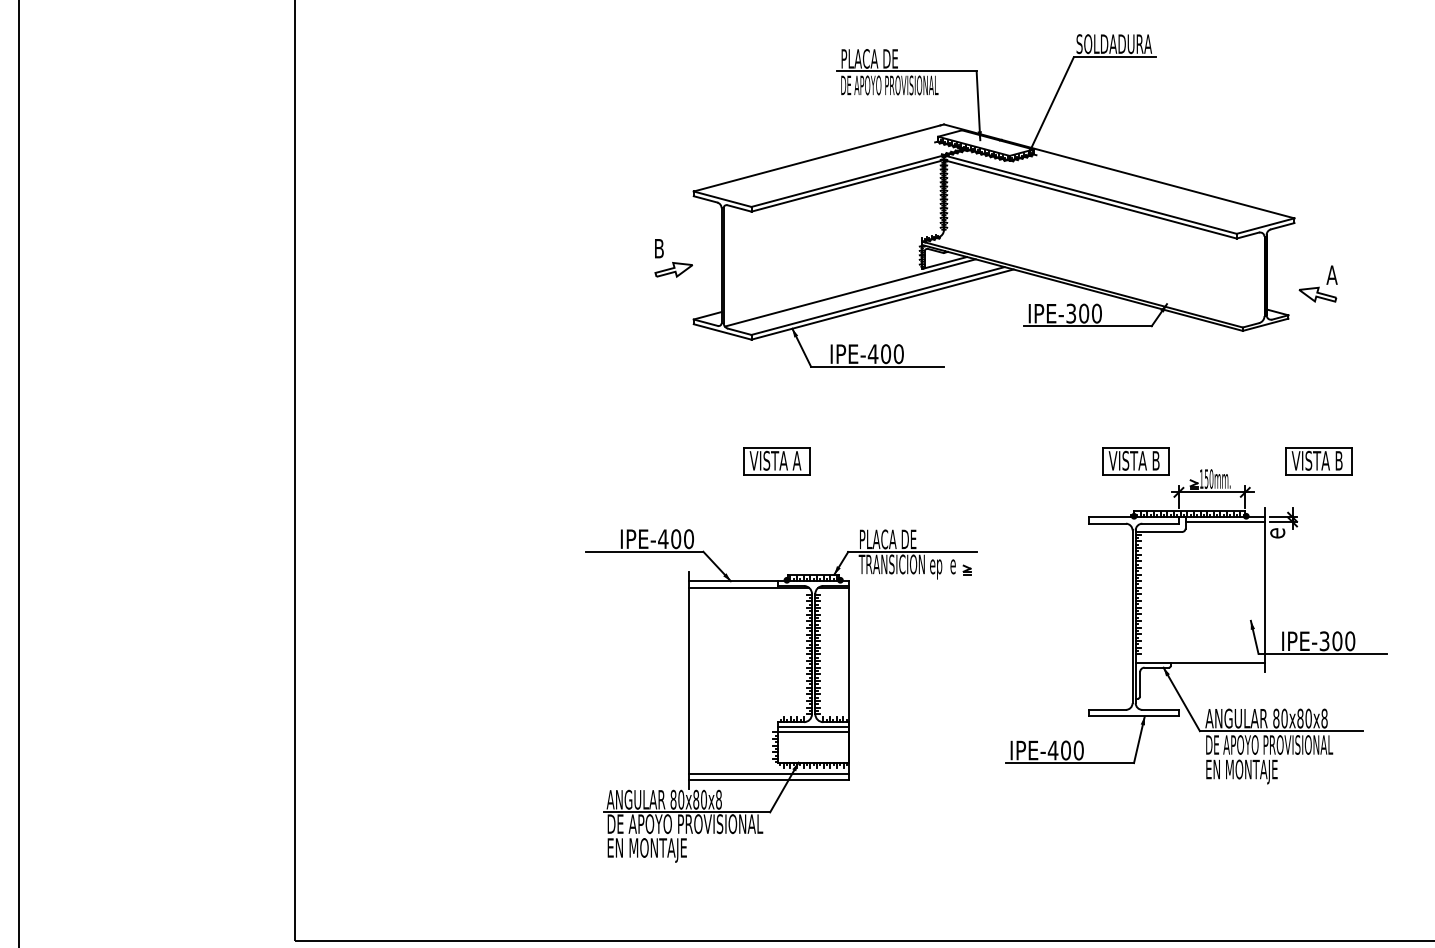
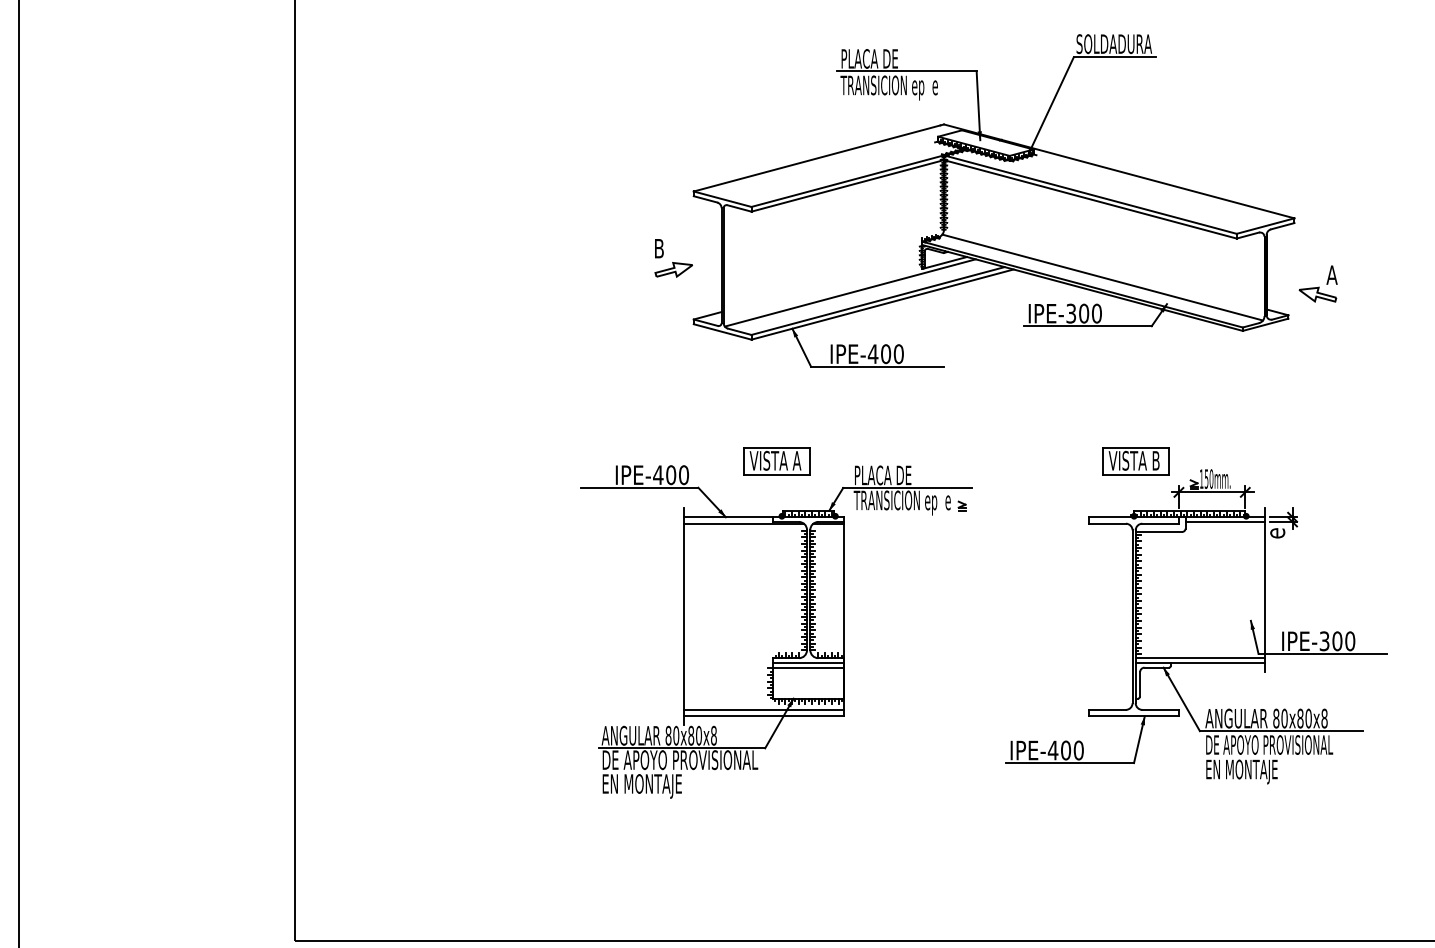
text at (889, 87): DE APOYO PROVISIONAL -> TRANSICION ep  e
line at (1102, 277): none -> present
part at (1318, 461): present -> none
line at (1200, 658): none -> present
part at (781, 695) position: (781, 695) -> (776, 631)
